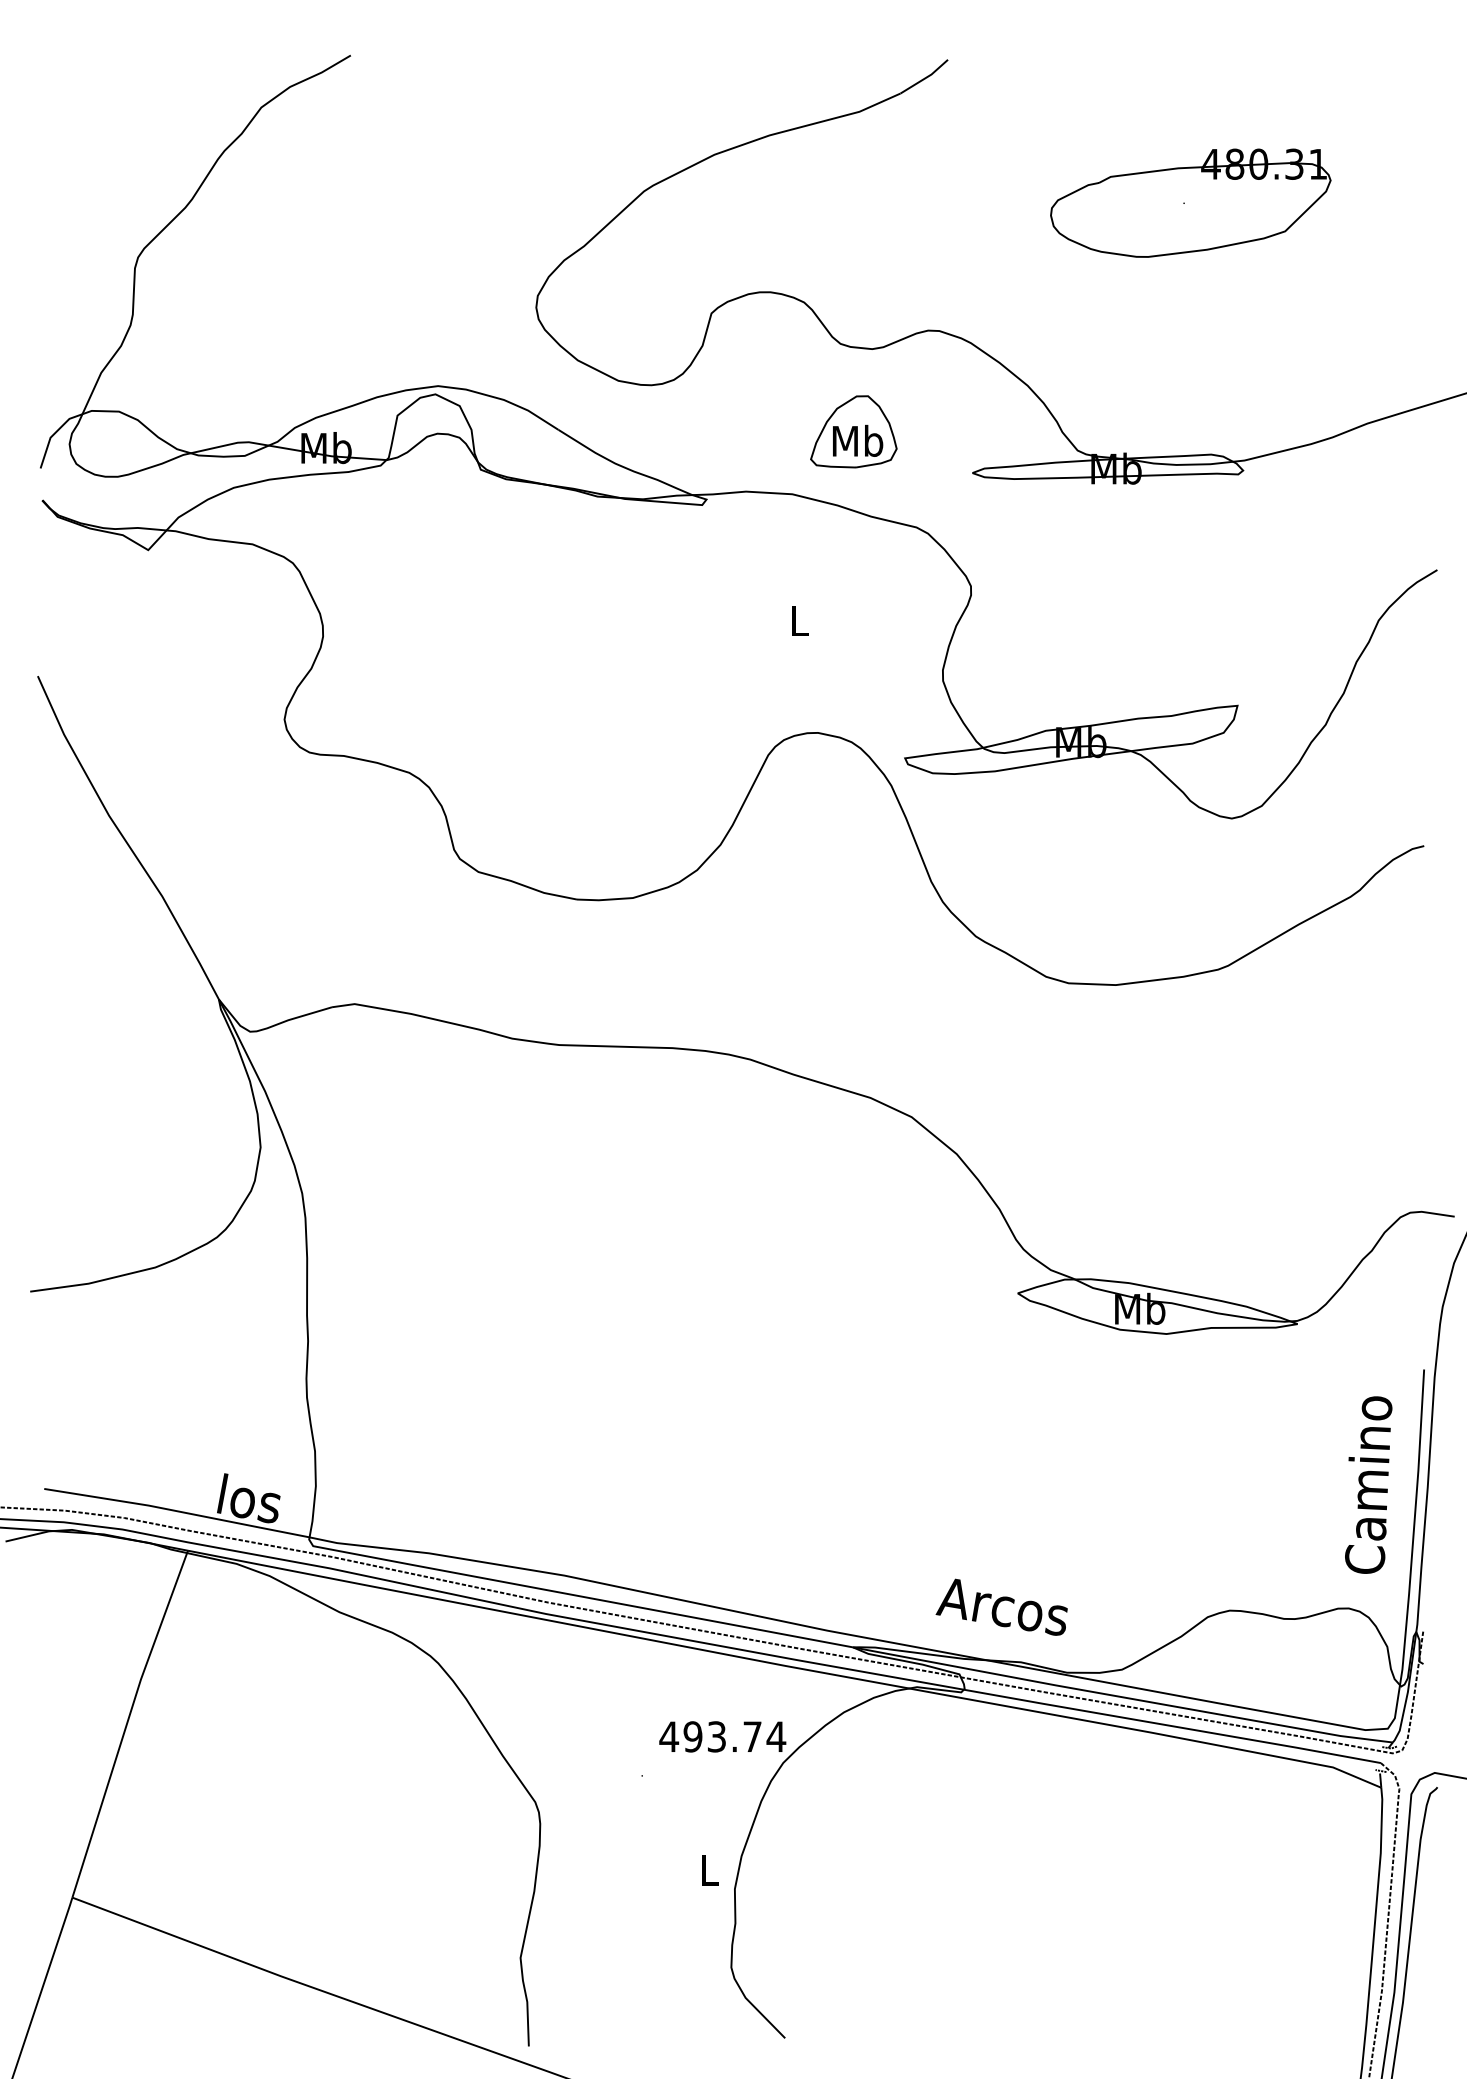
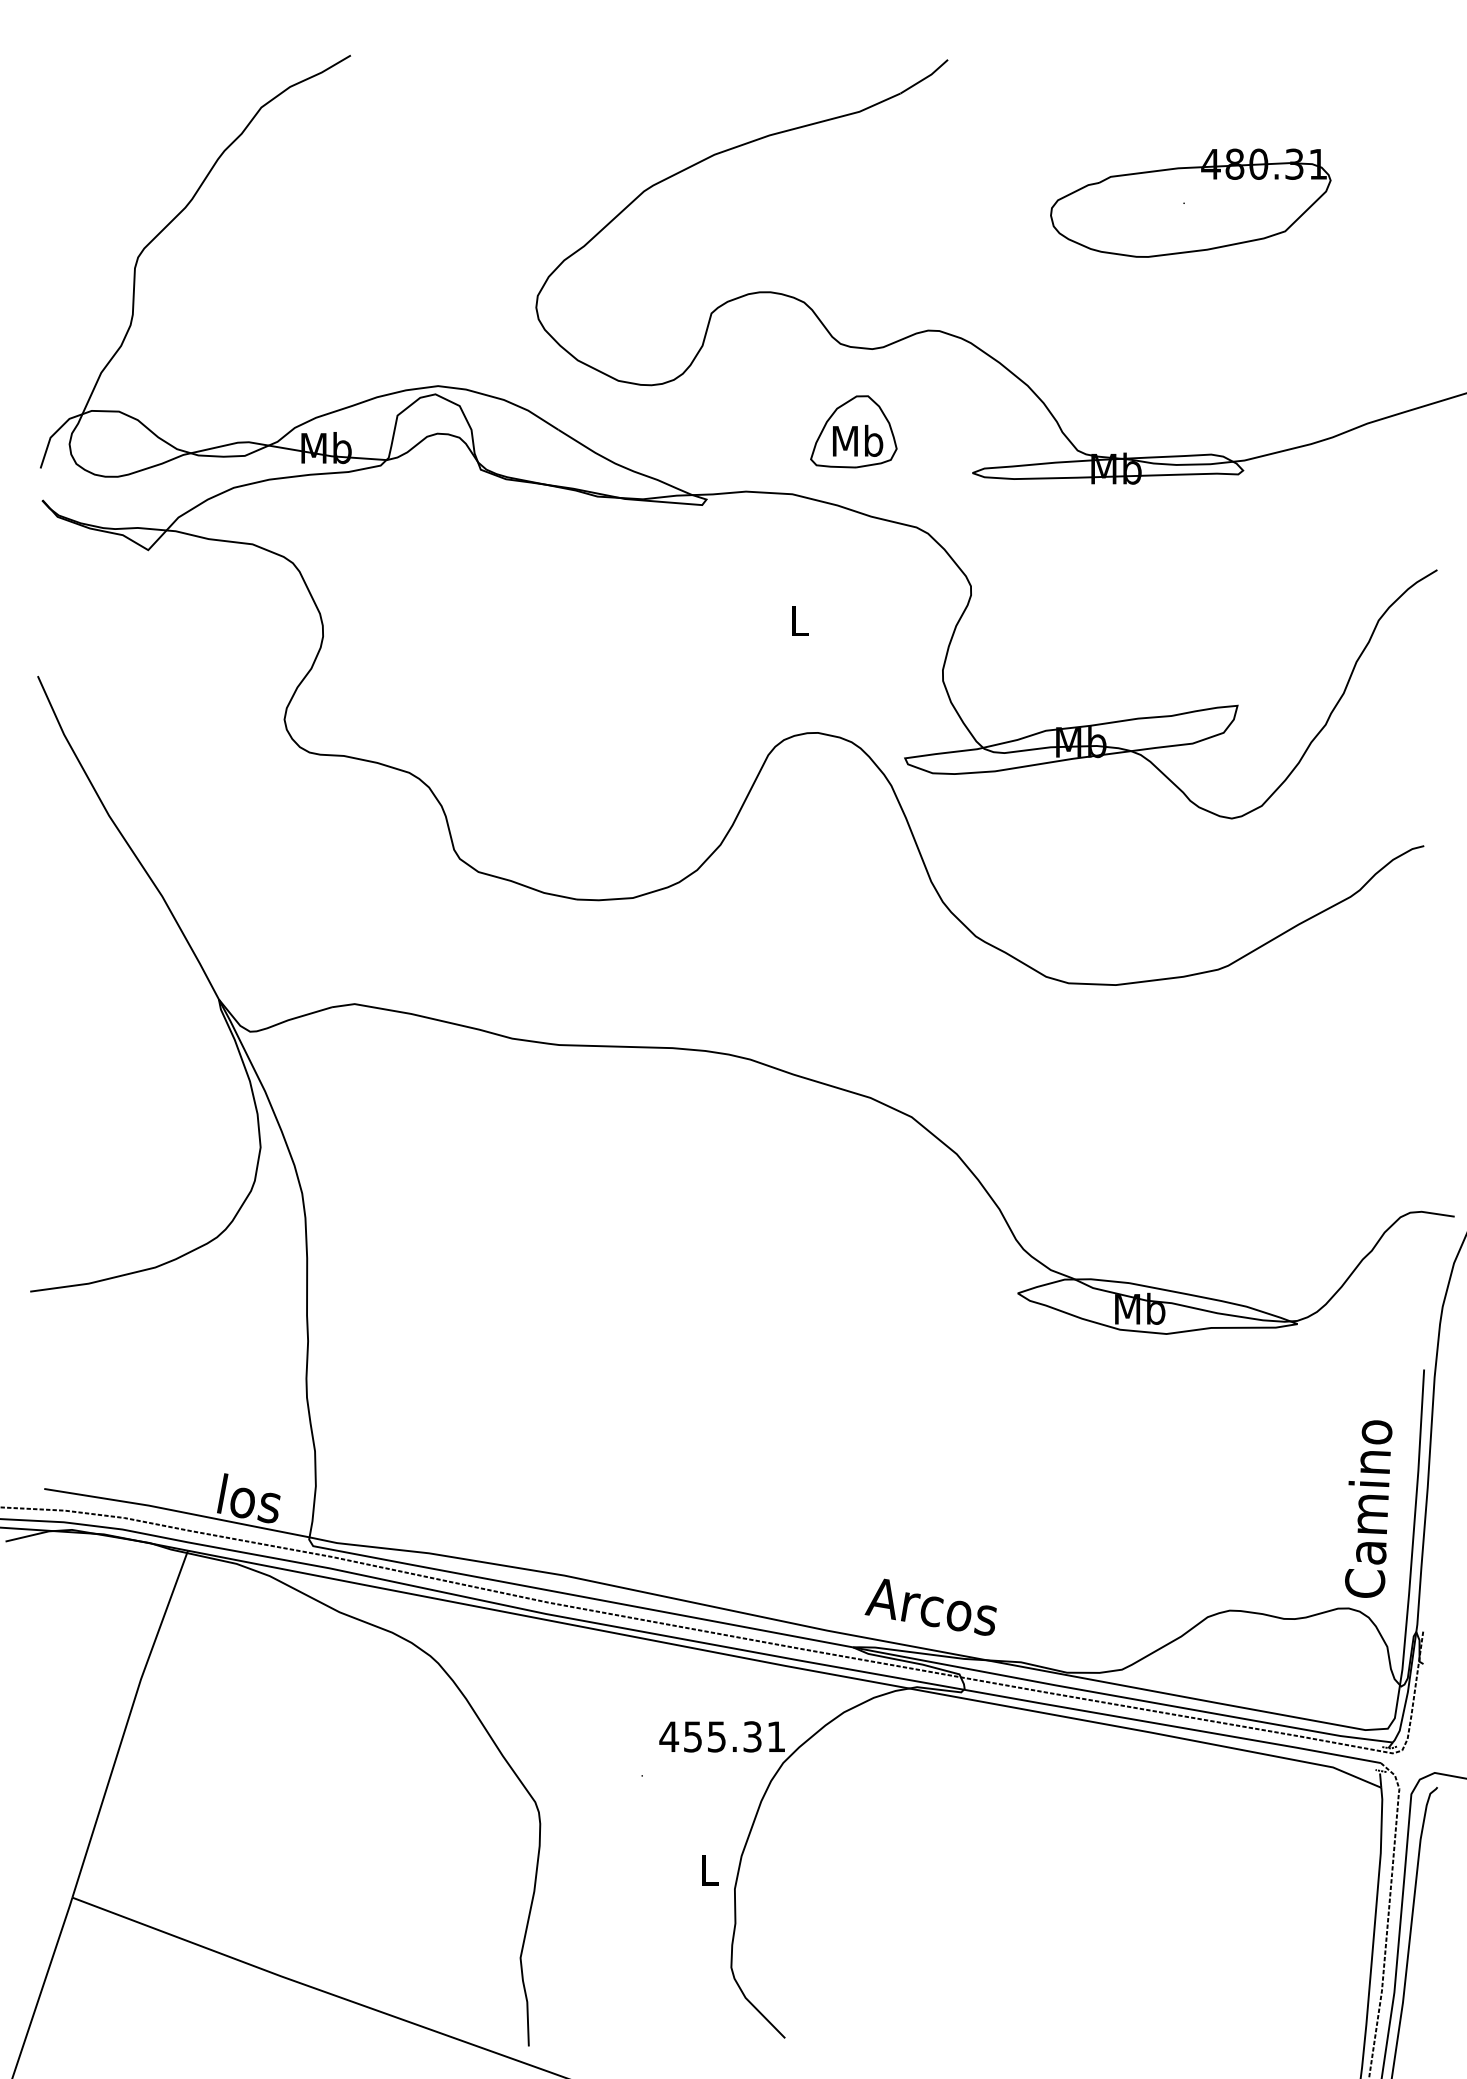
text at (1368, 1484) position: (1368, 1484) -> (1368, 1508)
text at (1001, 1606) position: (1001, 1606) -> (930, 1606)
text at (734, 1736): 493.74 -> 455.31
